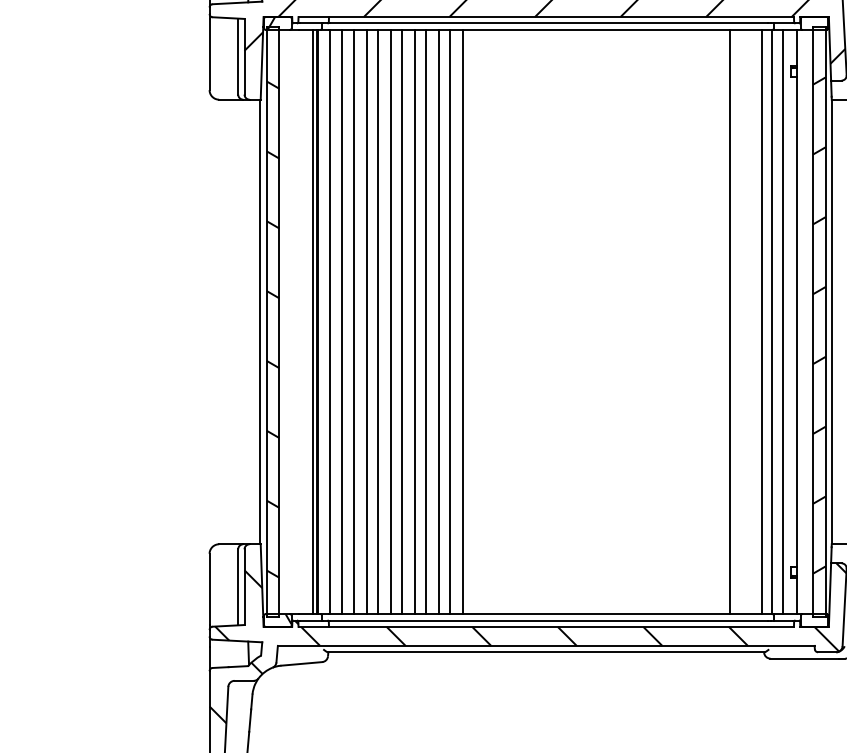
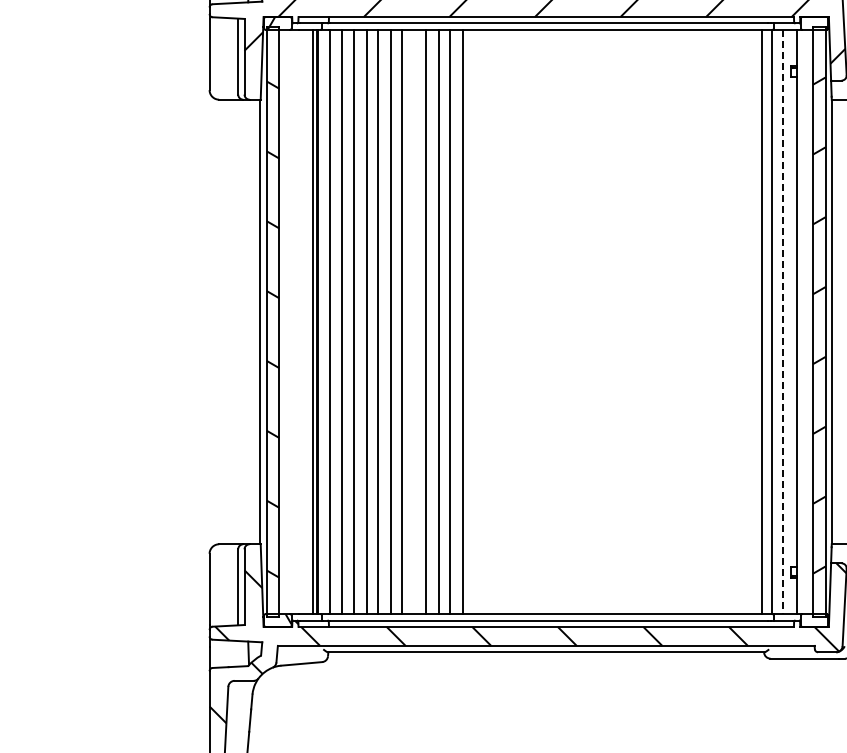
line at (414, 321): present -> none
line at (730, 321): present -> none
line at (783, 322): solid -> dashed
